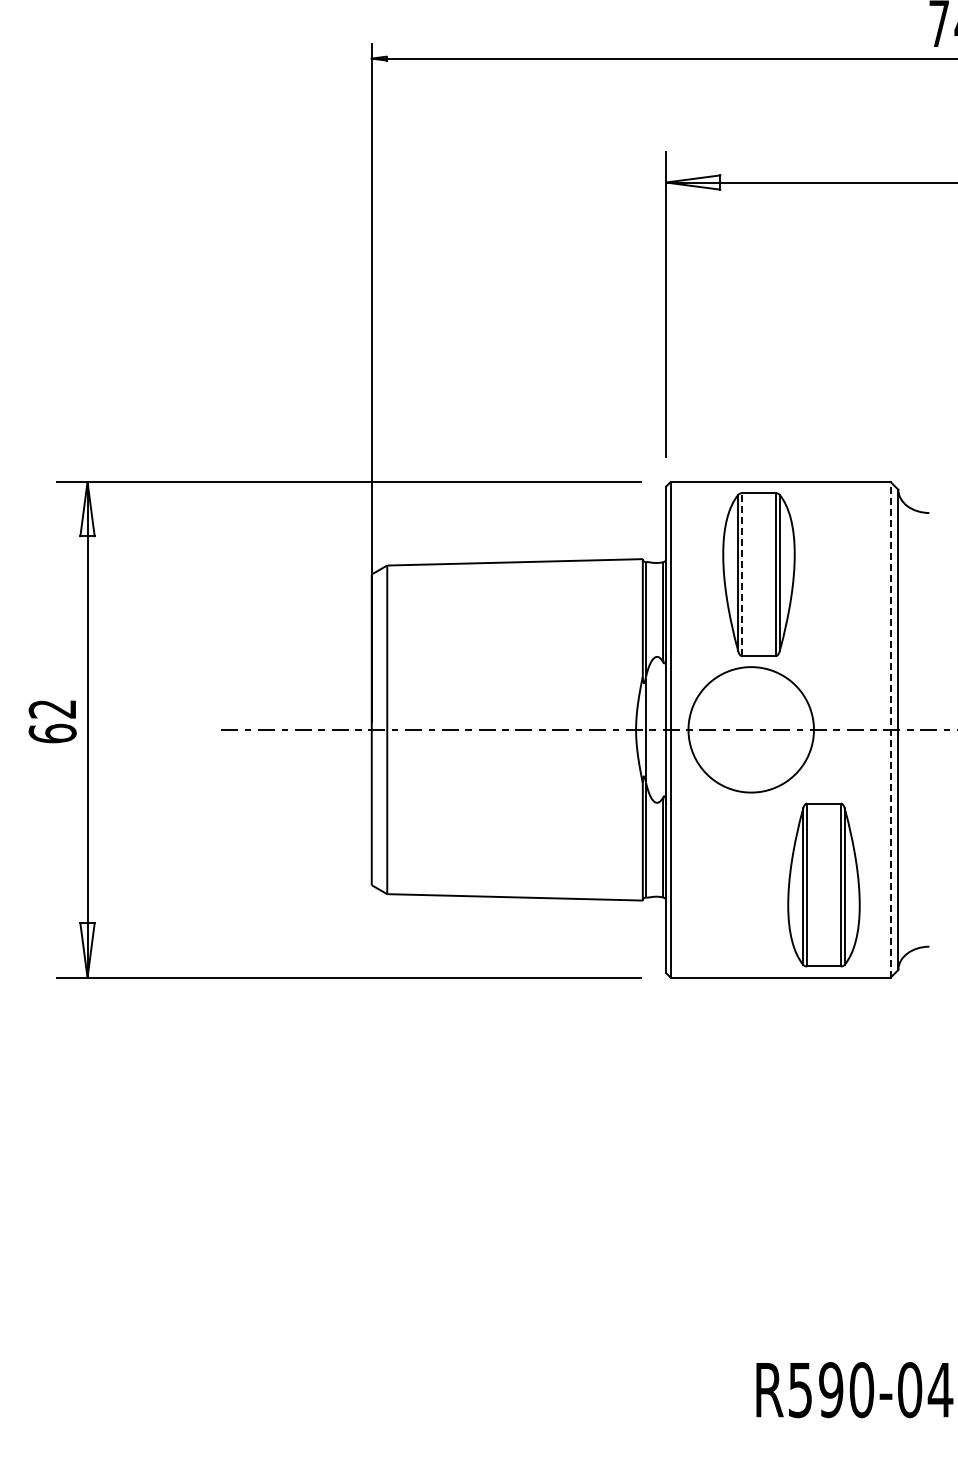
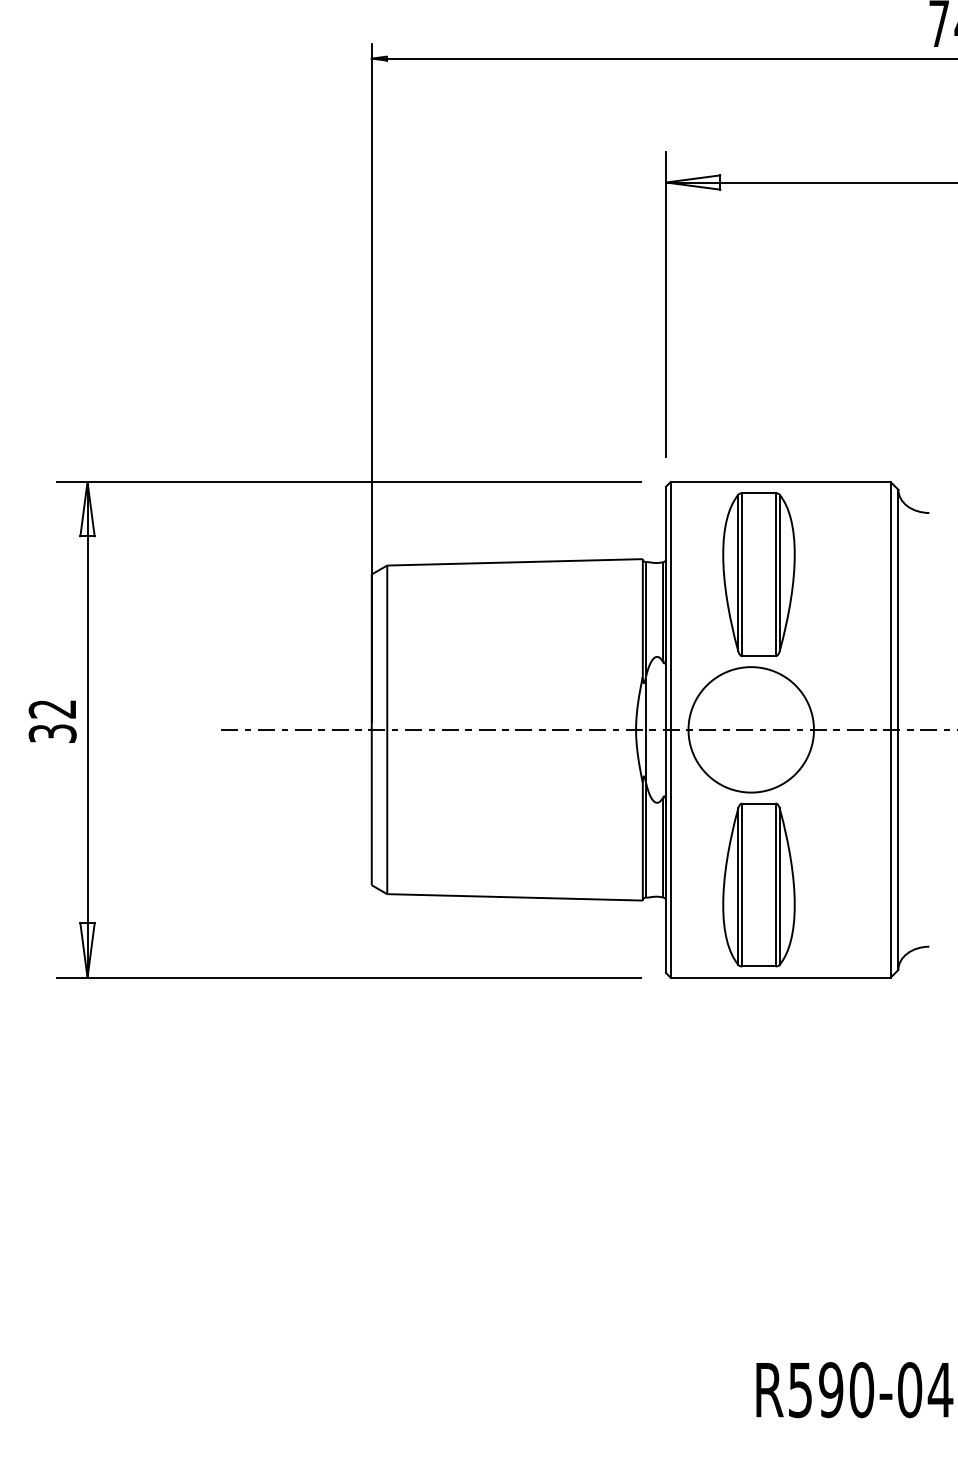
line at (742, 574): dashed -> solid
line at (890, 729): dashed -> solid
text at (52, 733): 62 -> 32
part at (823, 884) position: (823, 884) -> (758, 884)
